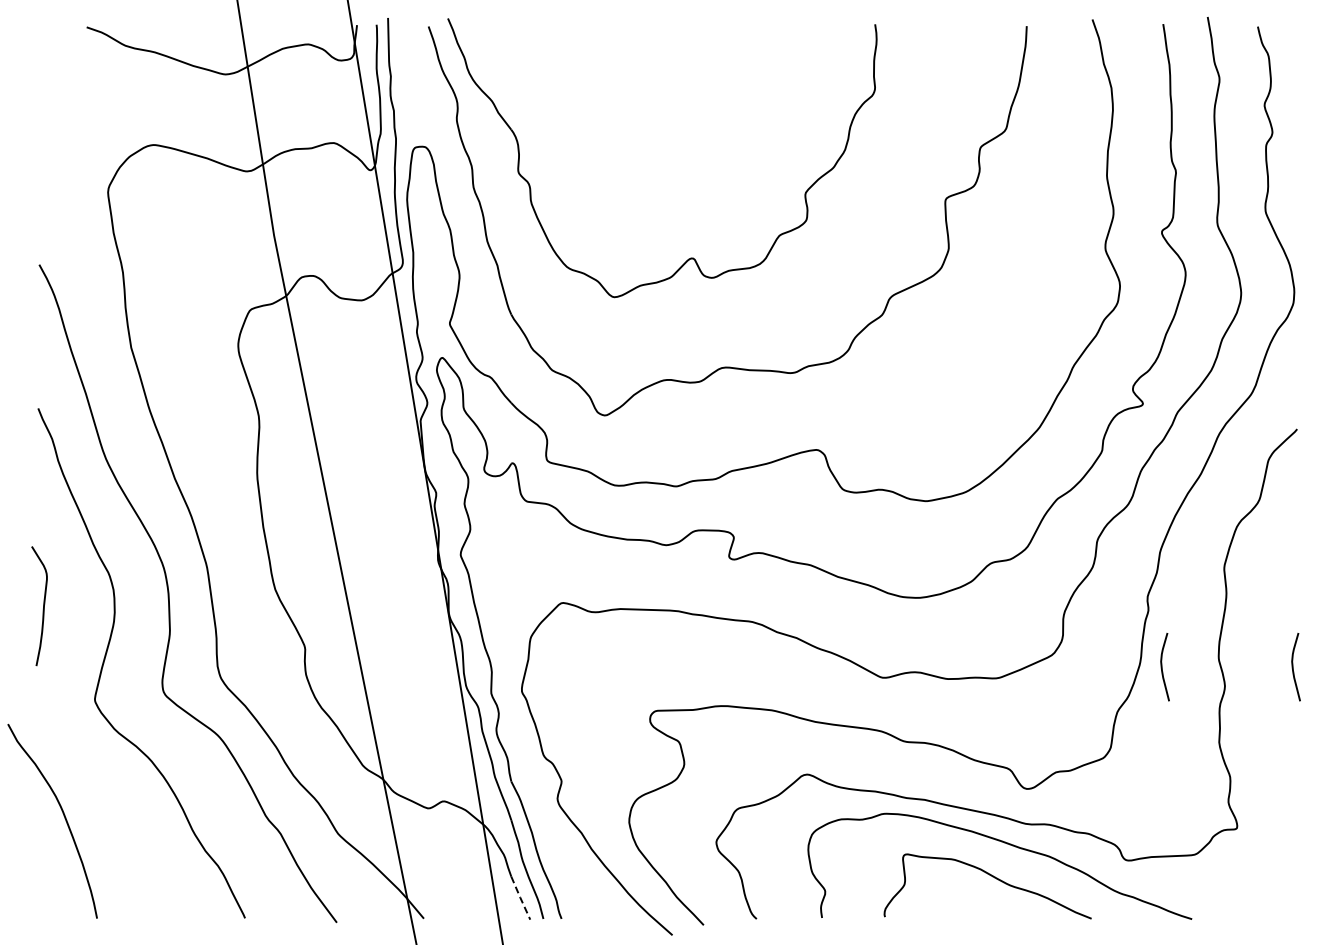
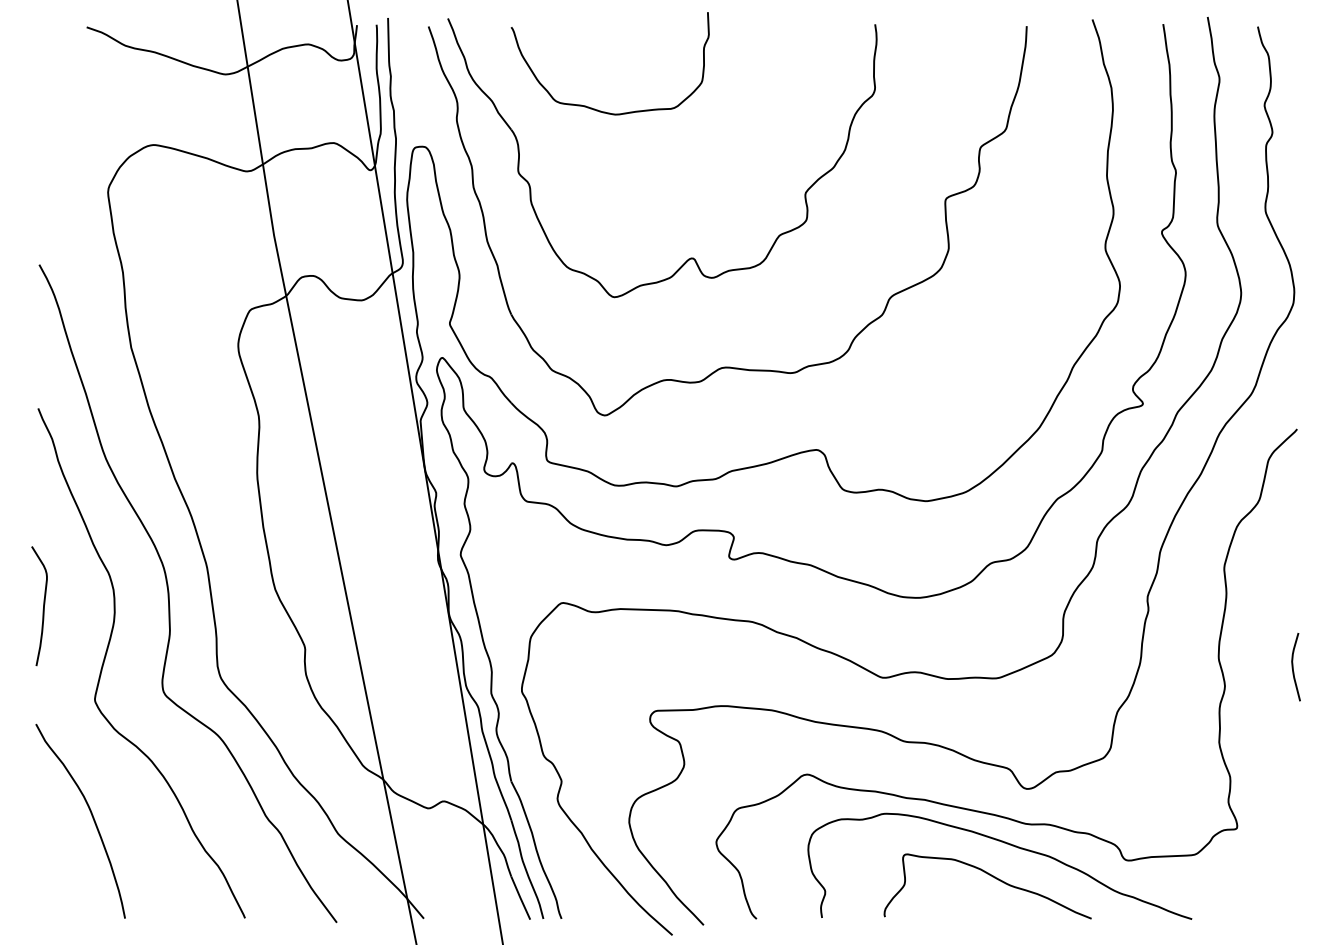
curve at (594, 108): none -> present
curve at (1162, 667): present -> none
curve at (63, 816) position: (63, 816) -> (91, 816)
line at (520, 898): dashed -> solid
